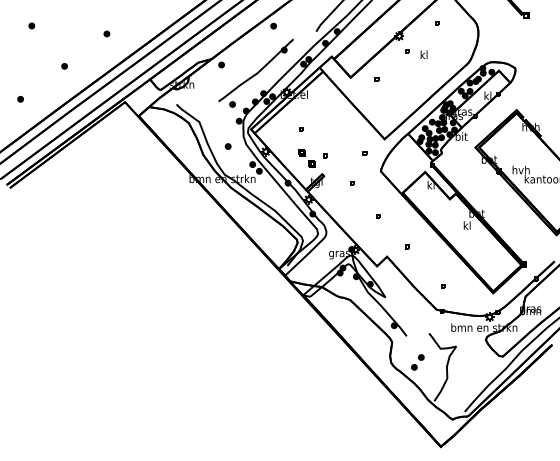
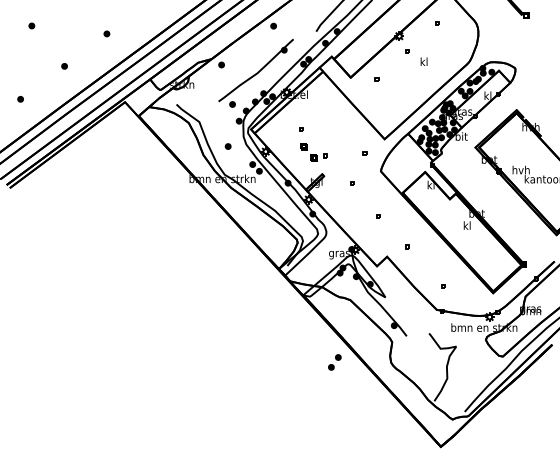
text at (423, 54) position: (423, 54) -> (423, 61)
part at (306, 158) position: (306, 158) -> (308, 152)
part at (417, 362) position: (417, 362) -> (334, 362)
